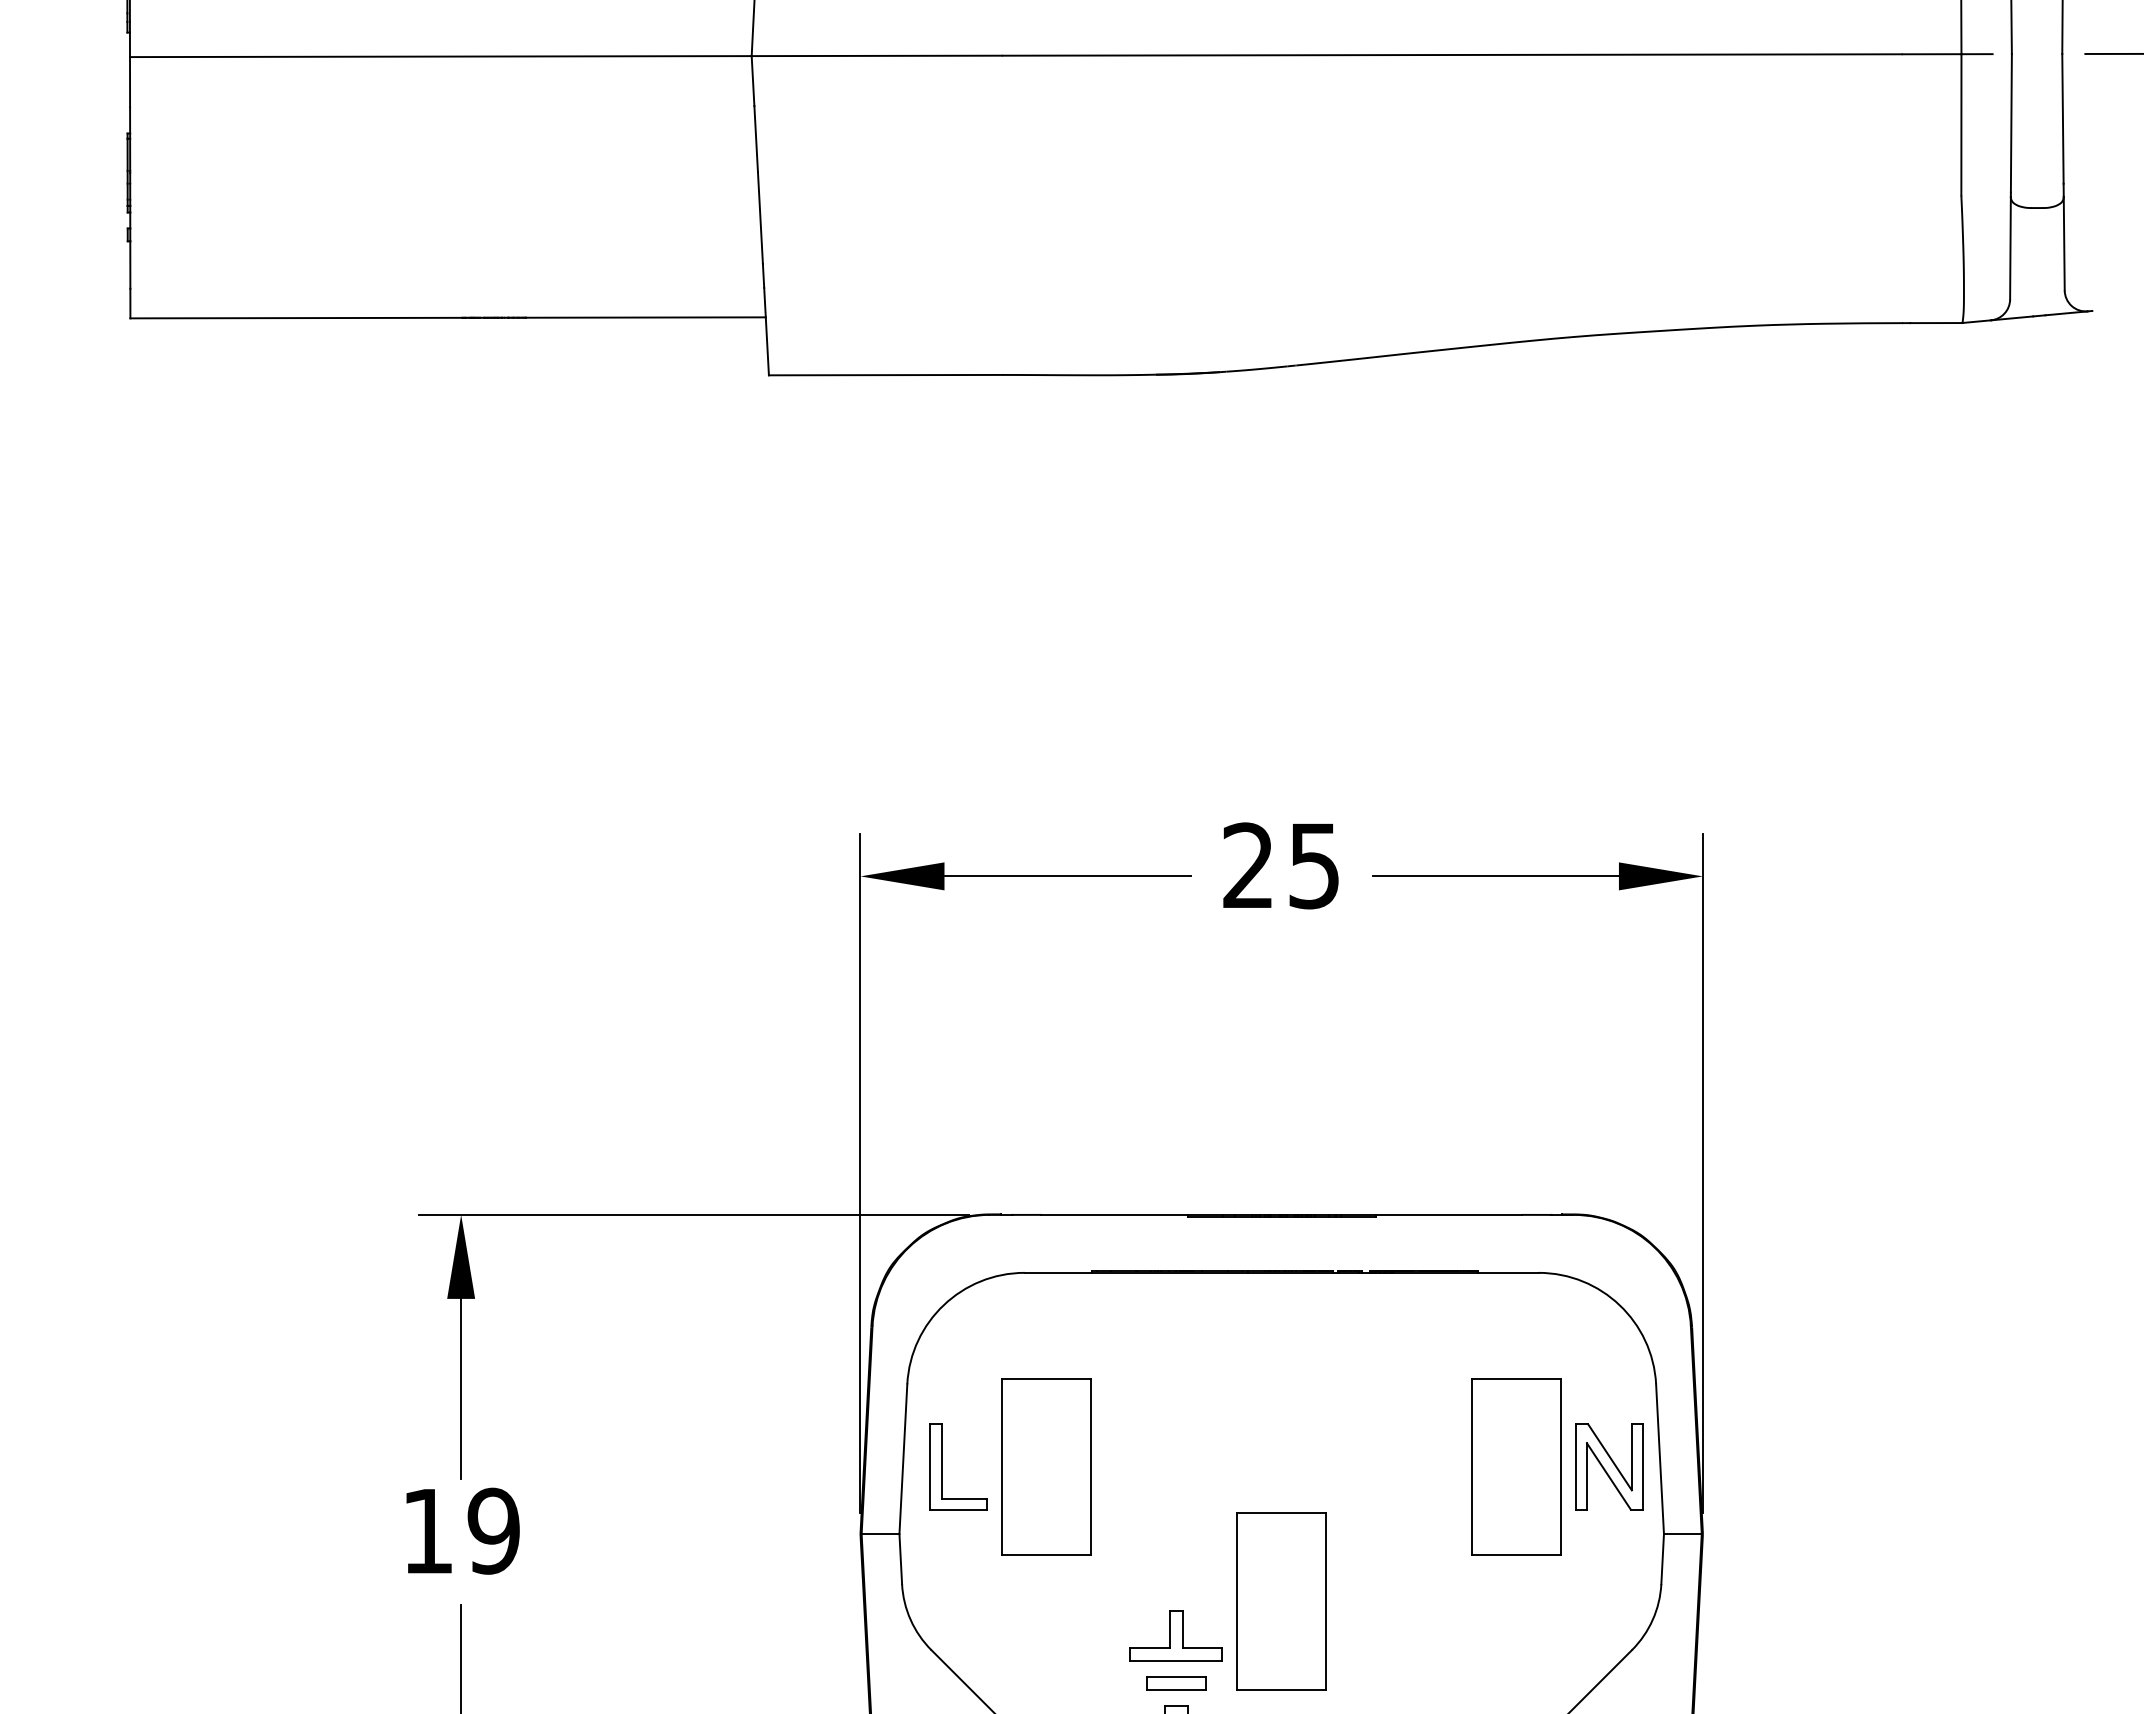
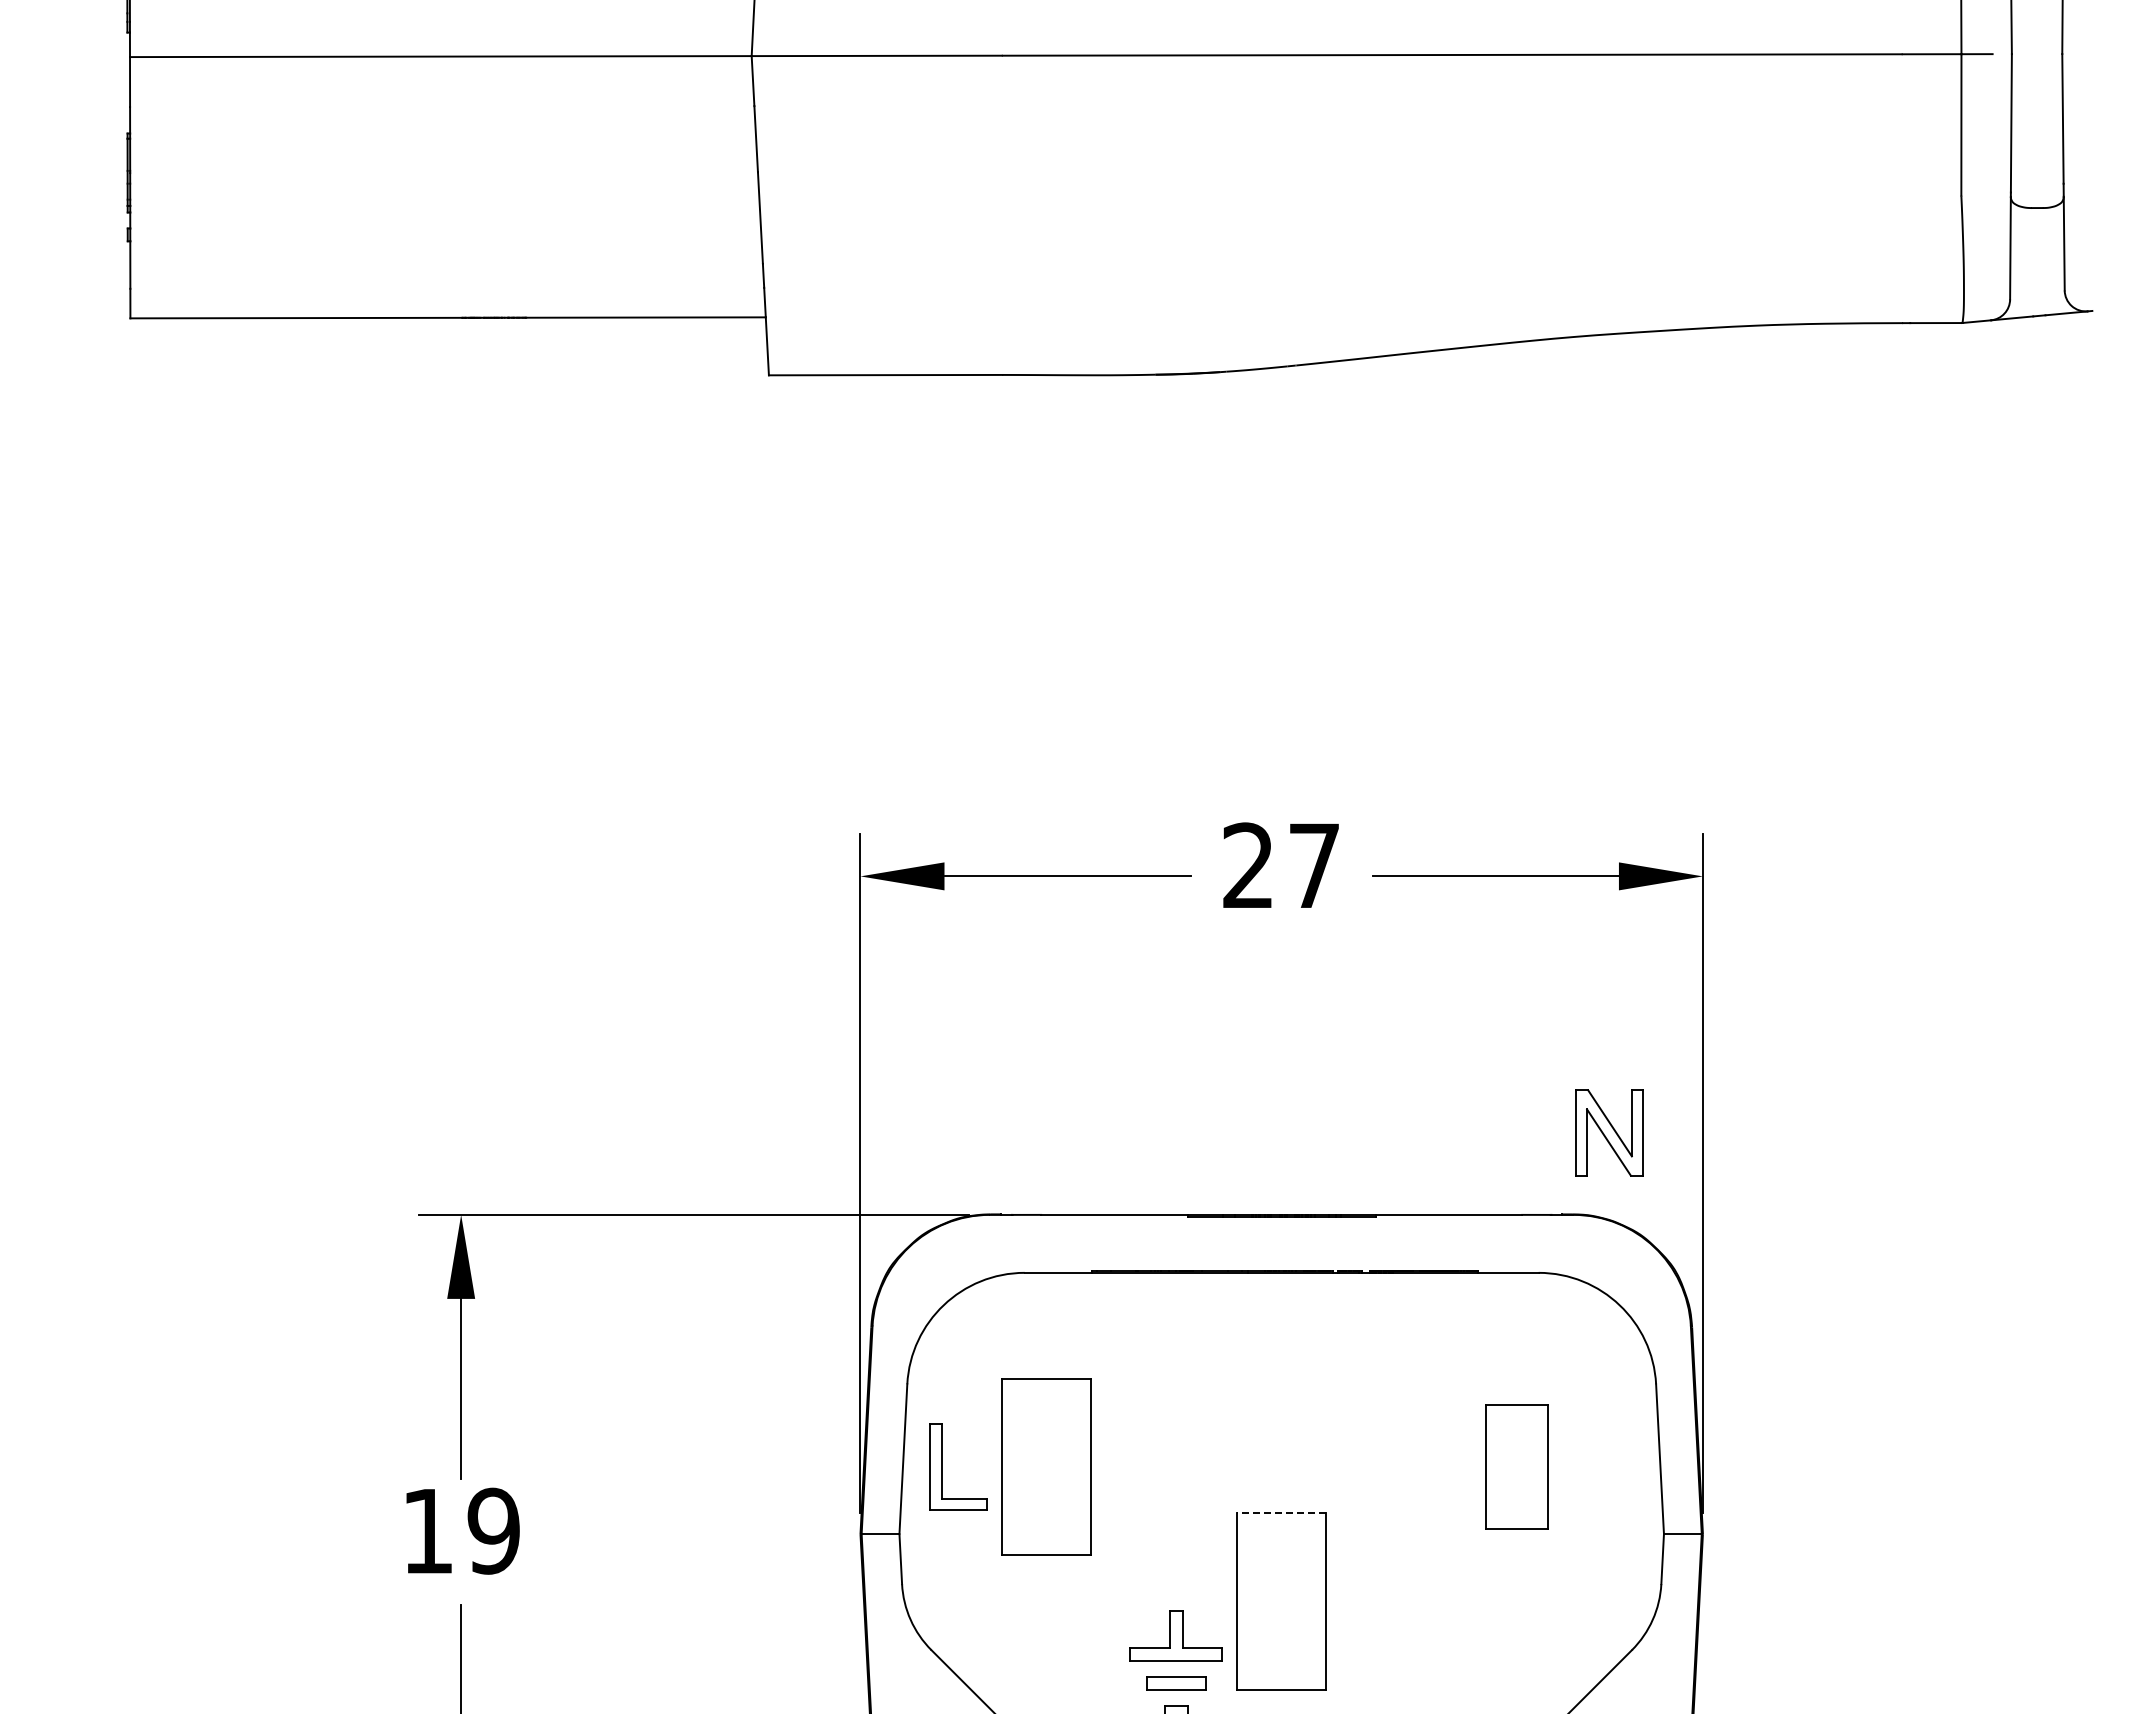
line at (2112, 53): present -> none
text at (1313, 866): 25 -> 27
part at (1516, 1466) size: 91x178 px -> 64x126 px
part at (1609, 1466) position: (1609, 1466) -> (1609, 1132)
line at (1281, 1513): solid -> dashed
